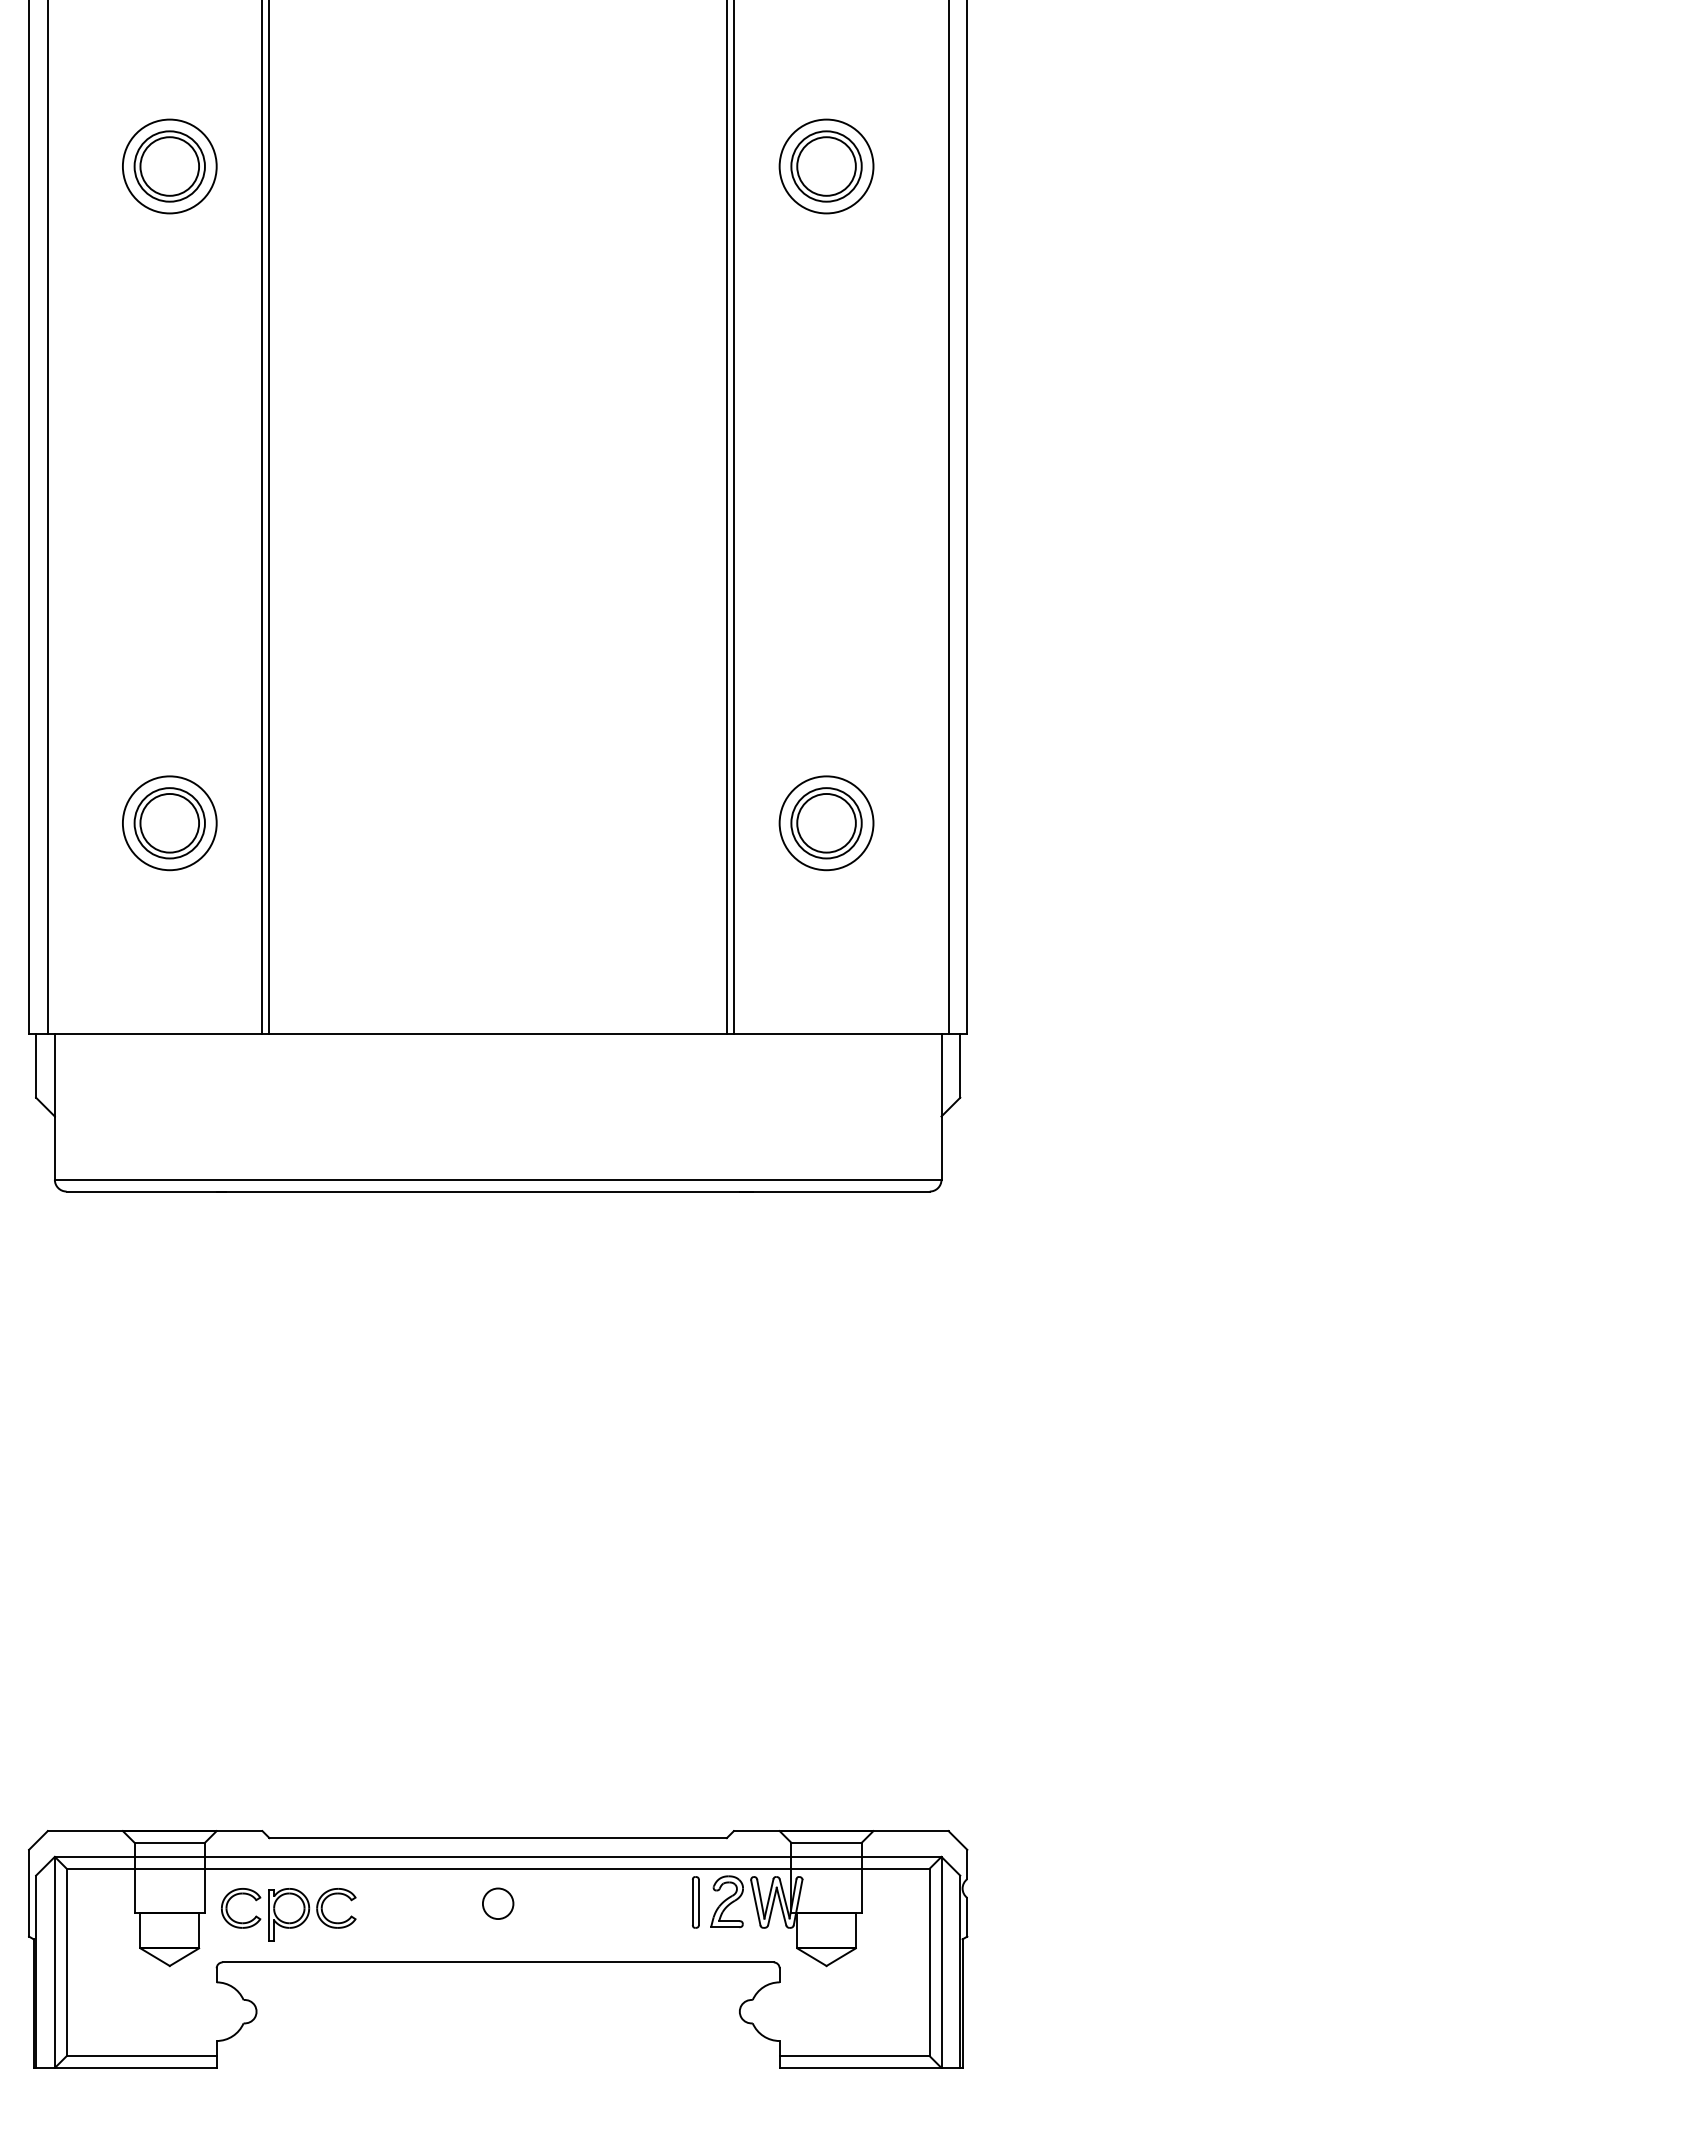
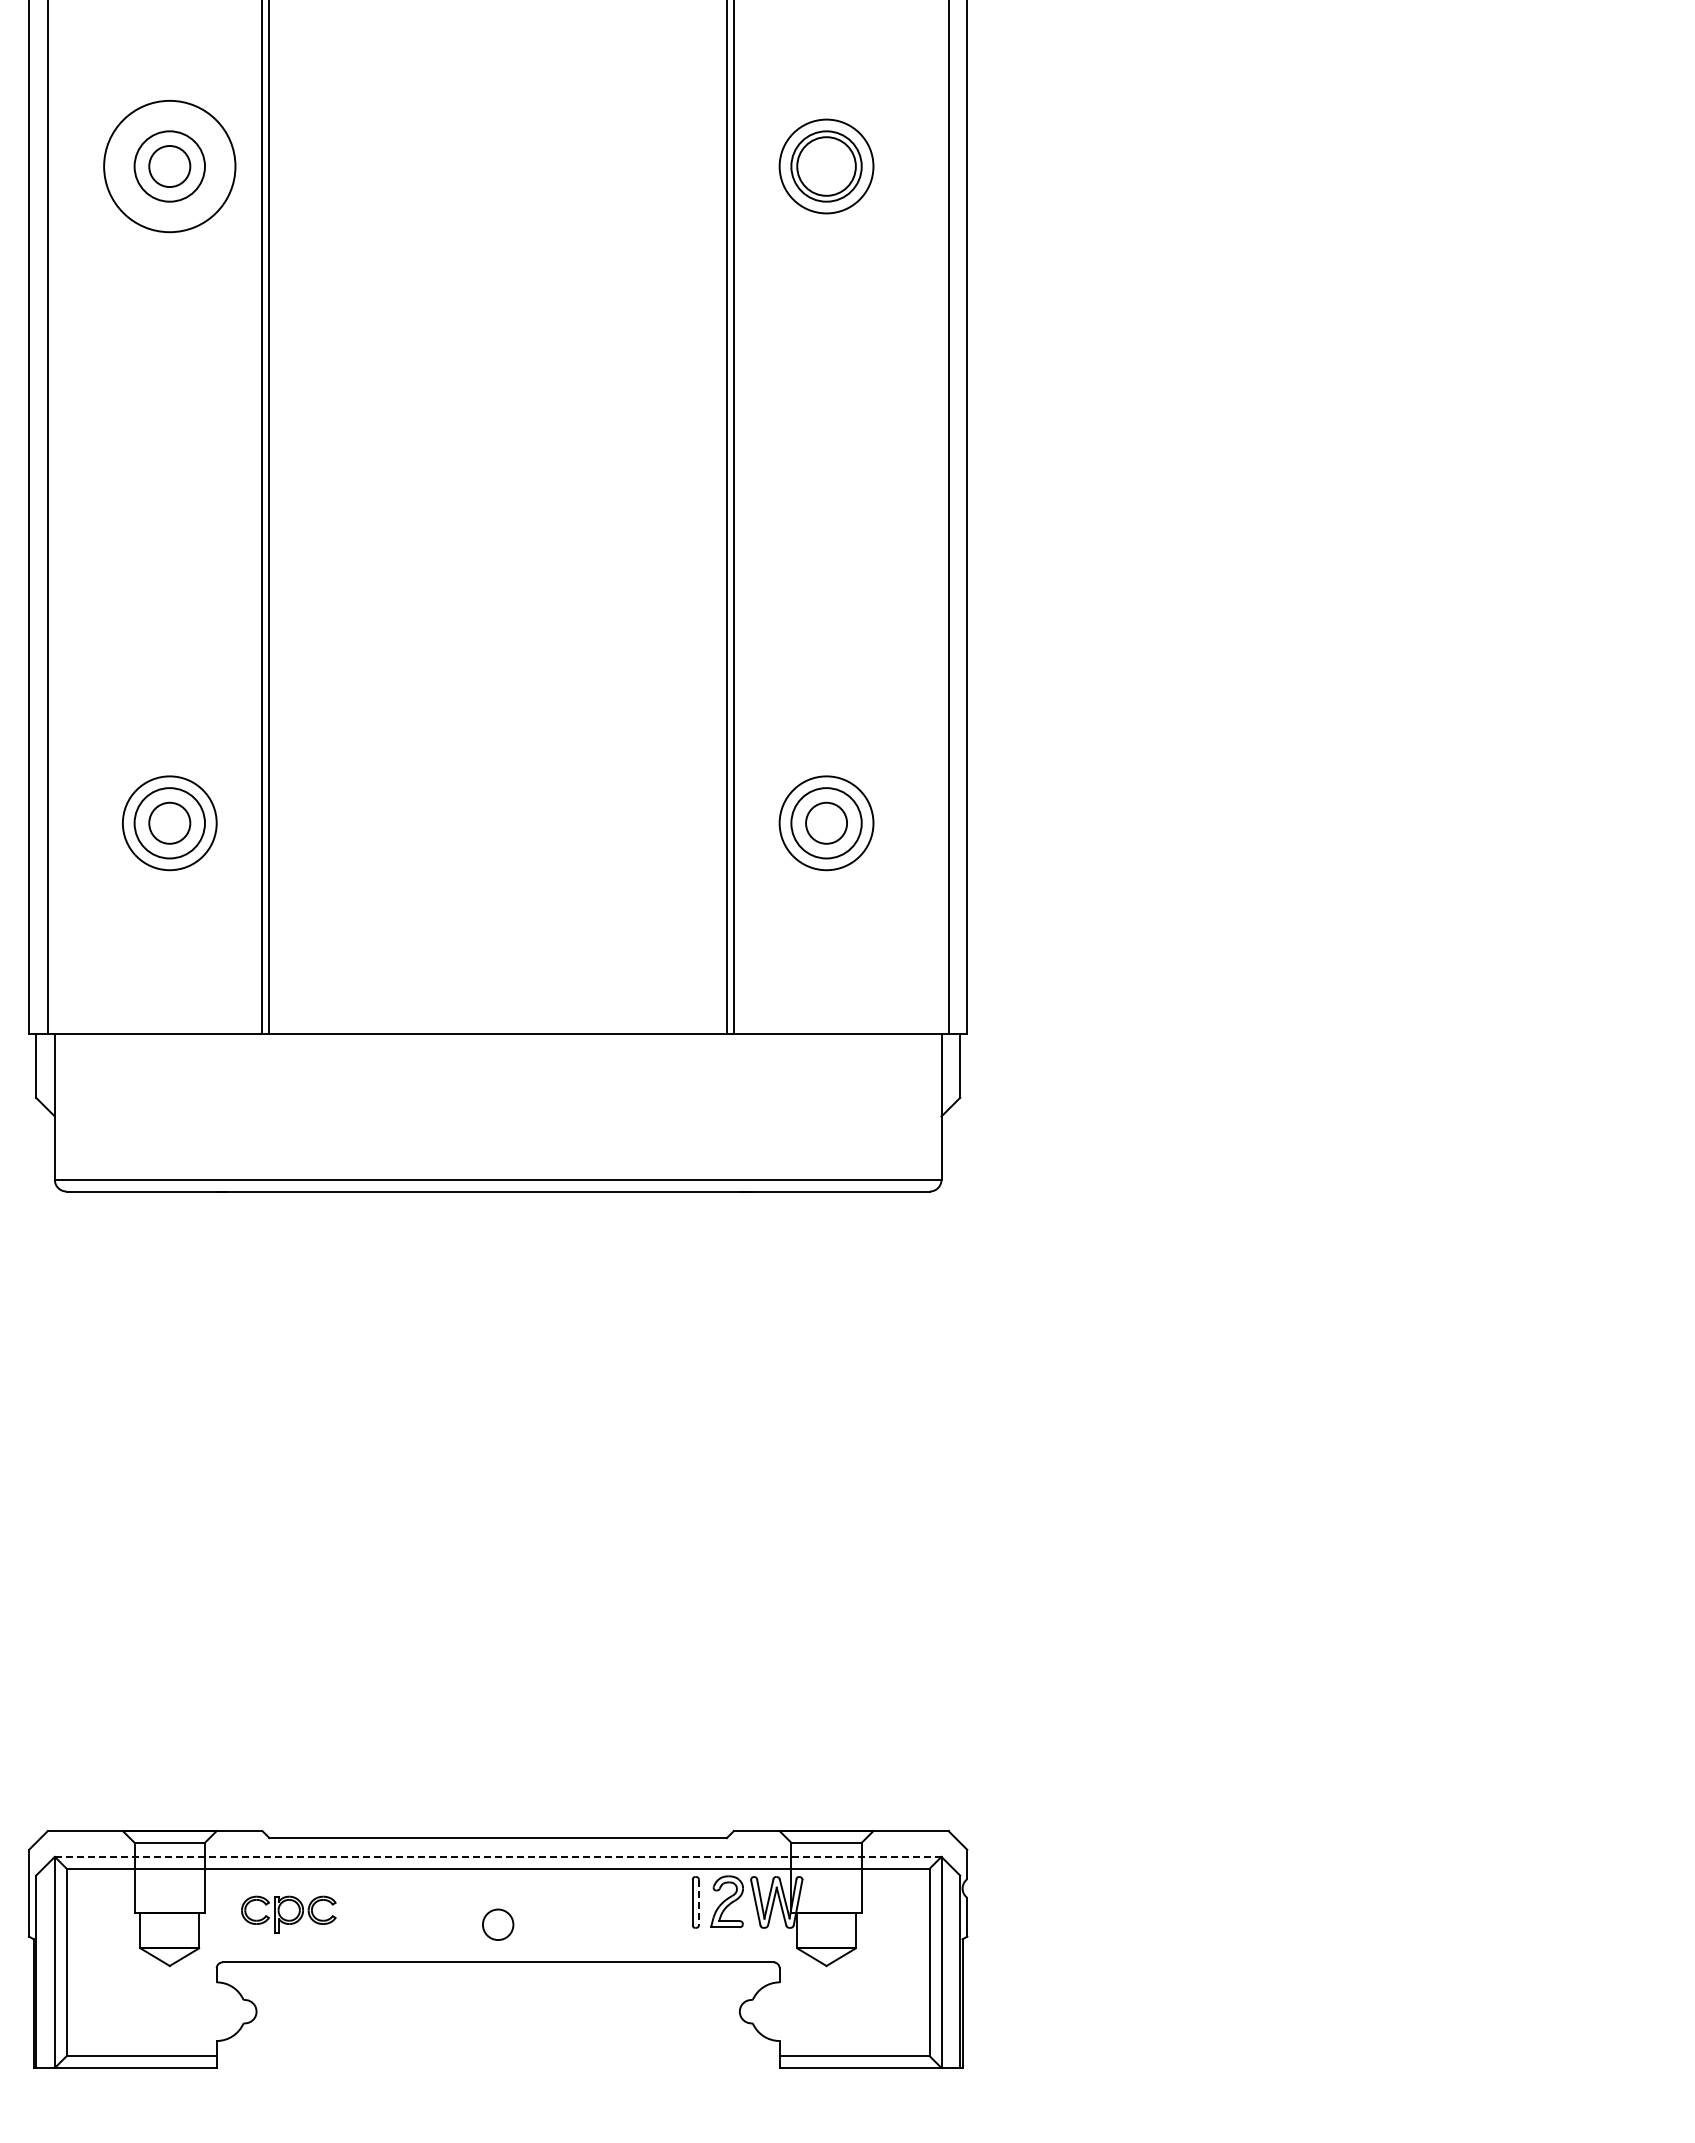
circle at (169, 166) diameter: 59 px -> 41 px
circle at (169, 166) diameter: 94 px -> 131 px
circle at (169, 822) diameter: 59 px -> 41 px
circle at (826, 822) diameter: 59 px -> 41 px
line at (498, 1856): solid -> dashed
line at (698, 1902): solid -> dashed
circle at (498, 1903) position: (498, 1903) -> (498, 1924)
part at (288, 1914) size: 136x54 px -> 96x39 px
